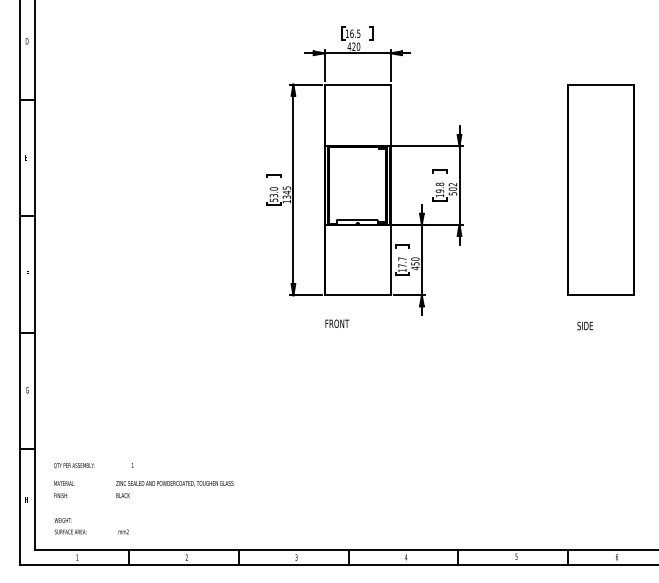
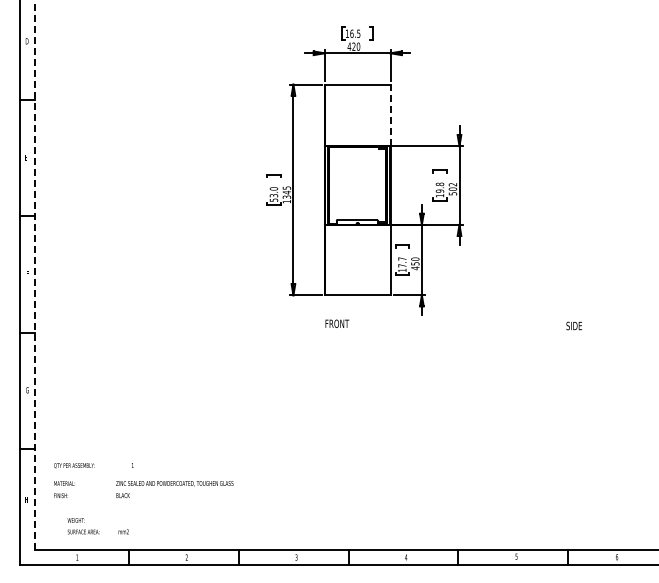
line at (390, 115): solid -> dashed
part at (600, 189): present -> none
line at (35, 274): solid -> dashed
text at (584, 325) position: (584, 325) -> (573, 325)
text at (70, 526) position: (70, 526) -> (83, 526)
